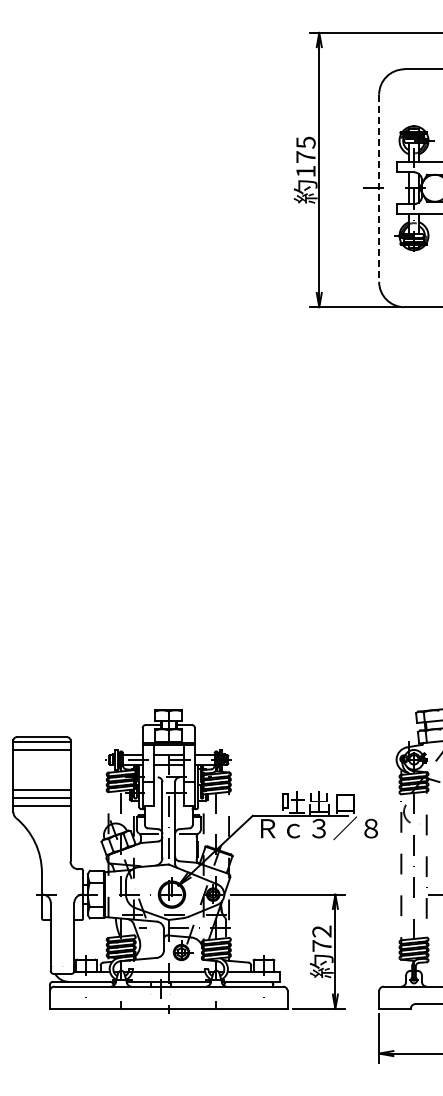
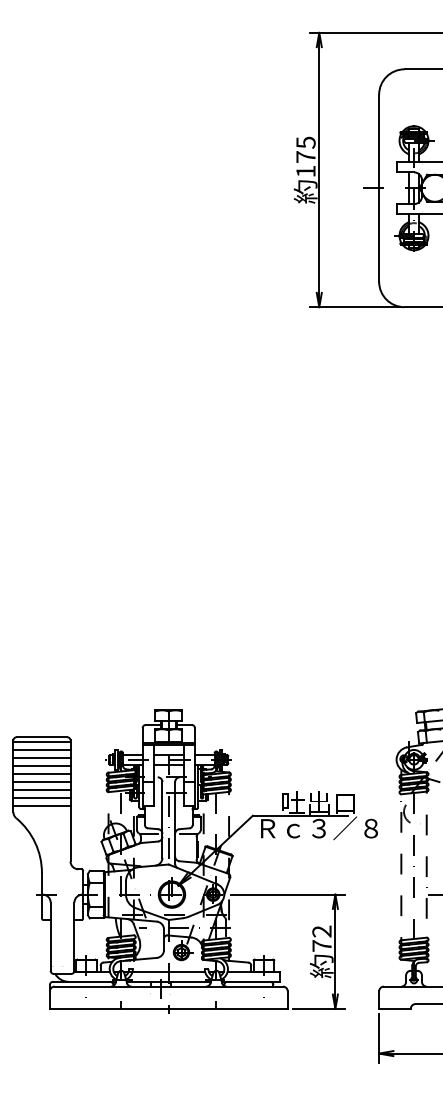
line at (379, 188): dashed -> solid
line at (41, 758): none -> present
line at (41, 766): none -> present
line at (41, 774): none -> present
line at (41, 782): none -> present
